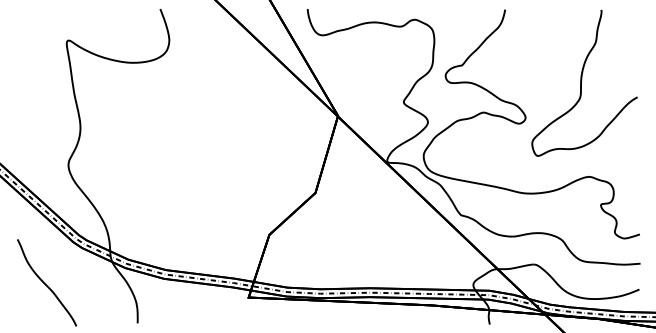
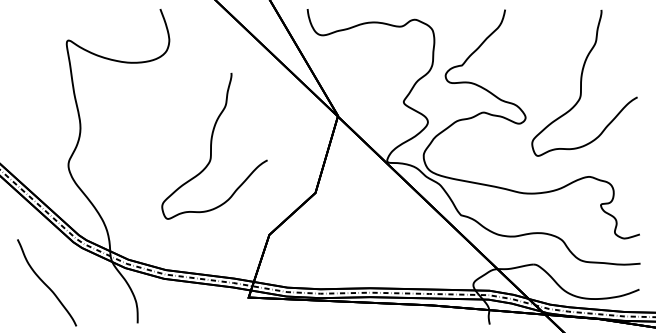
curve at (212, 143): none -> present
